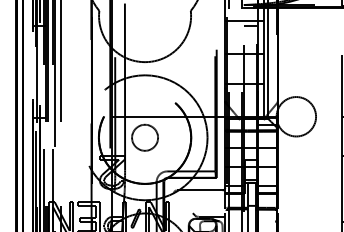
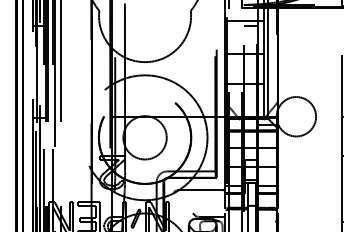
circle at (145, 137) diameter: 26 px -> 43 px
